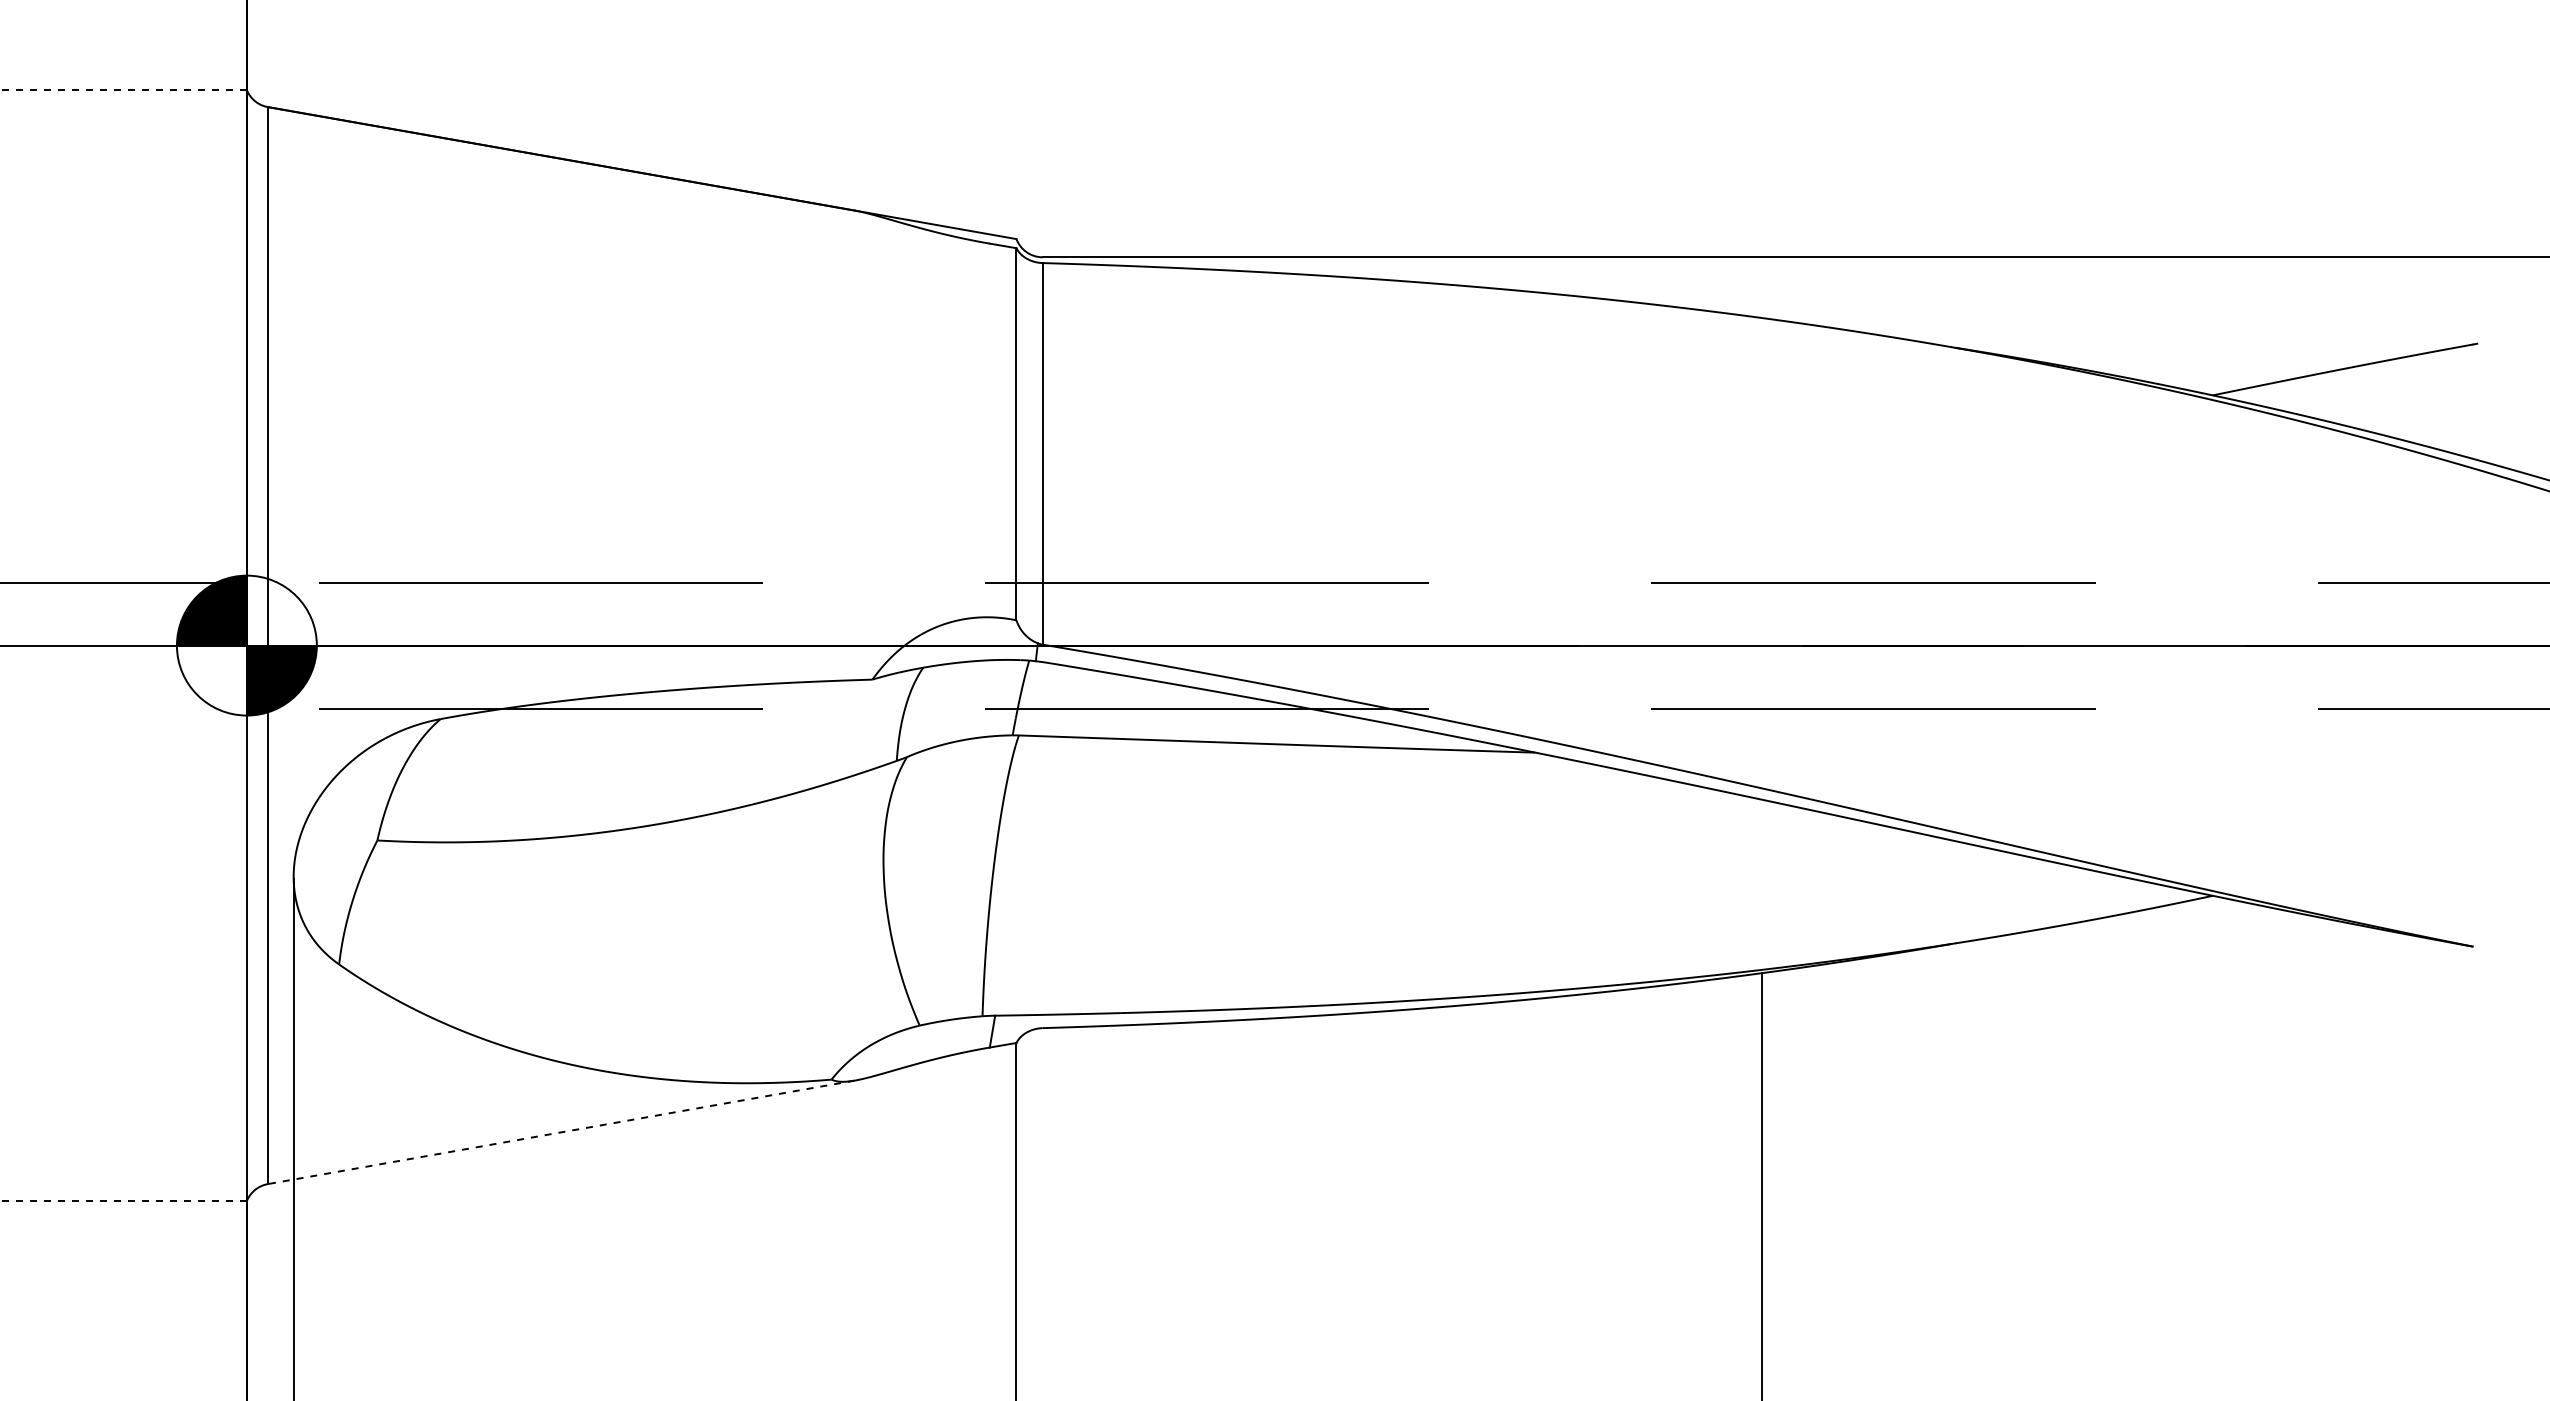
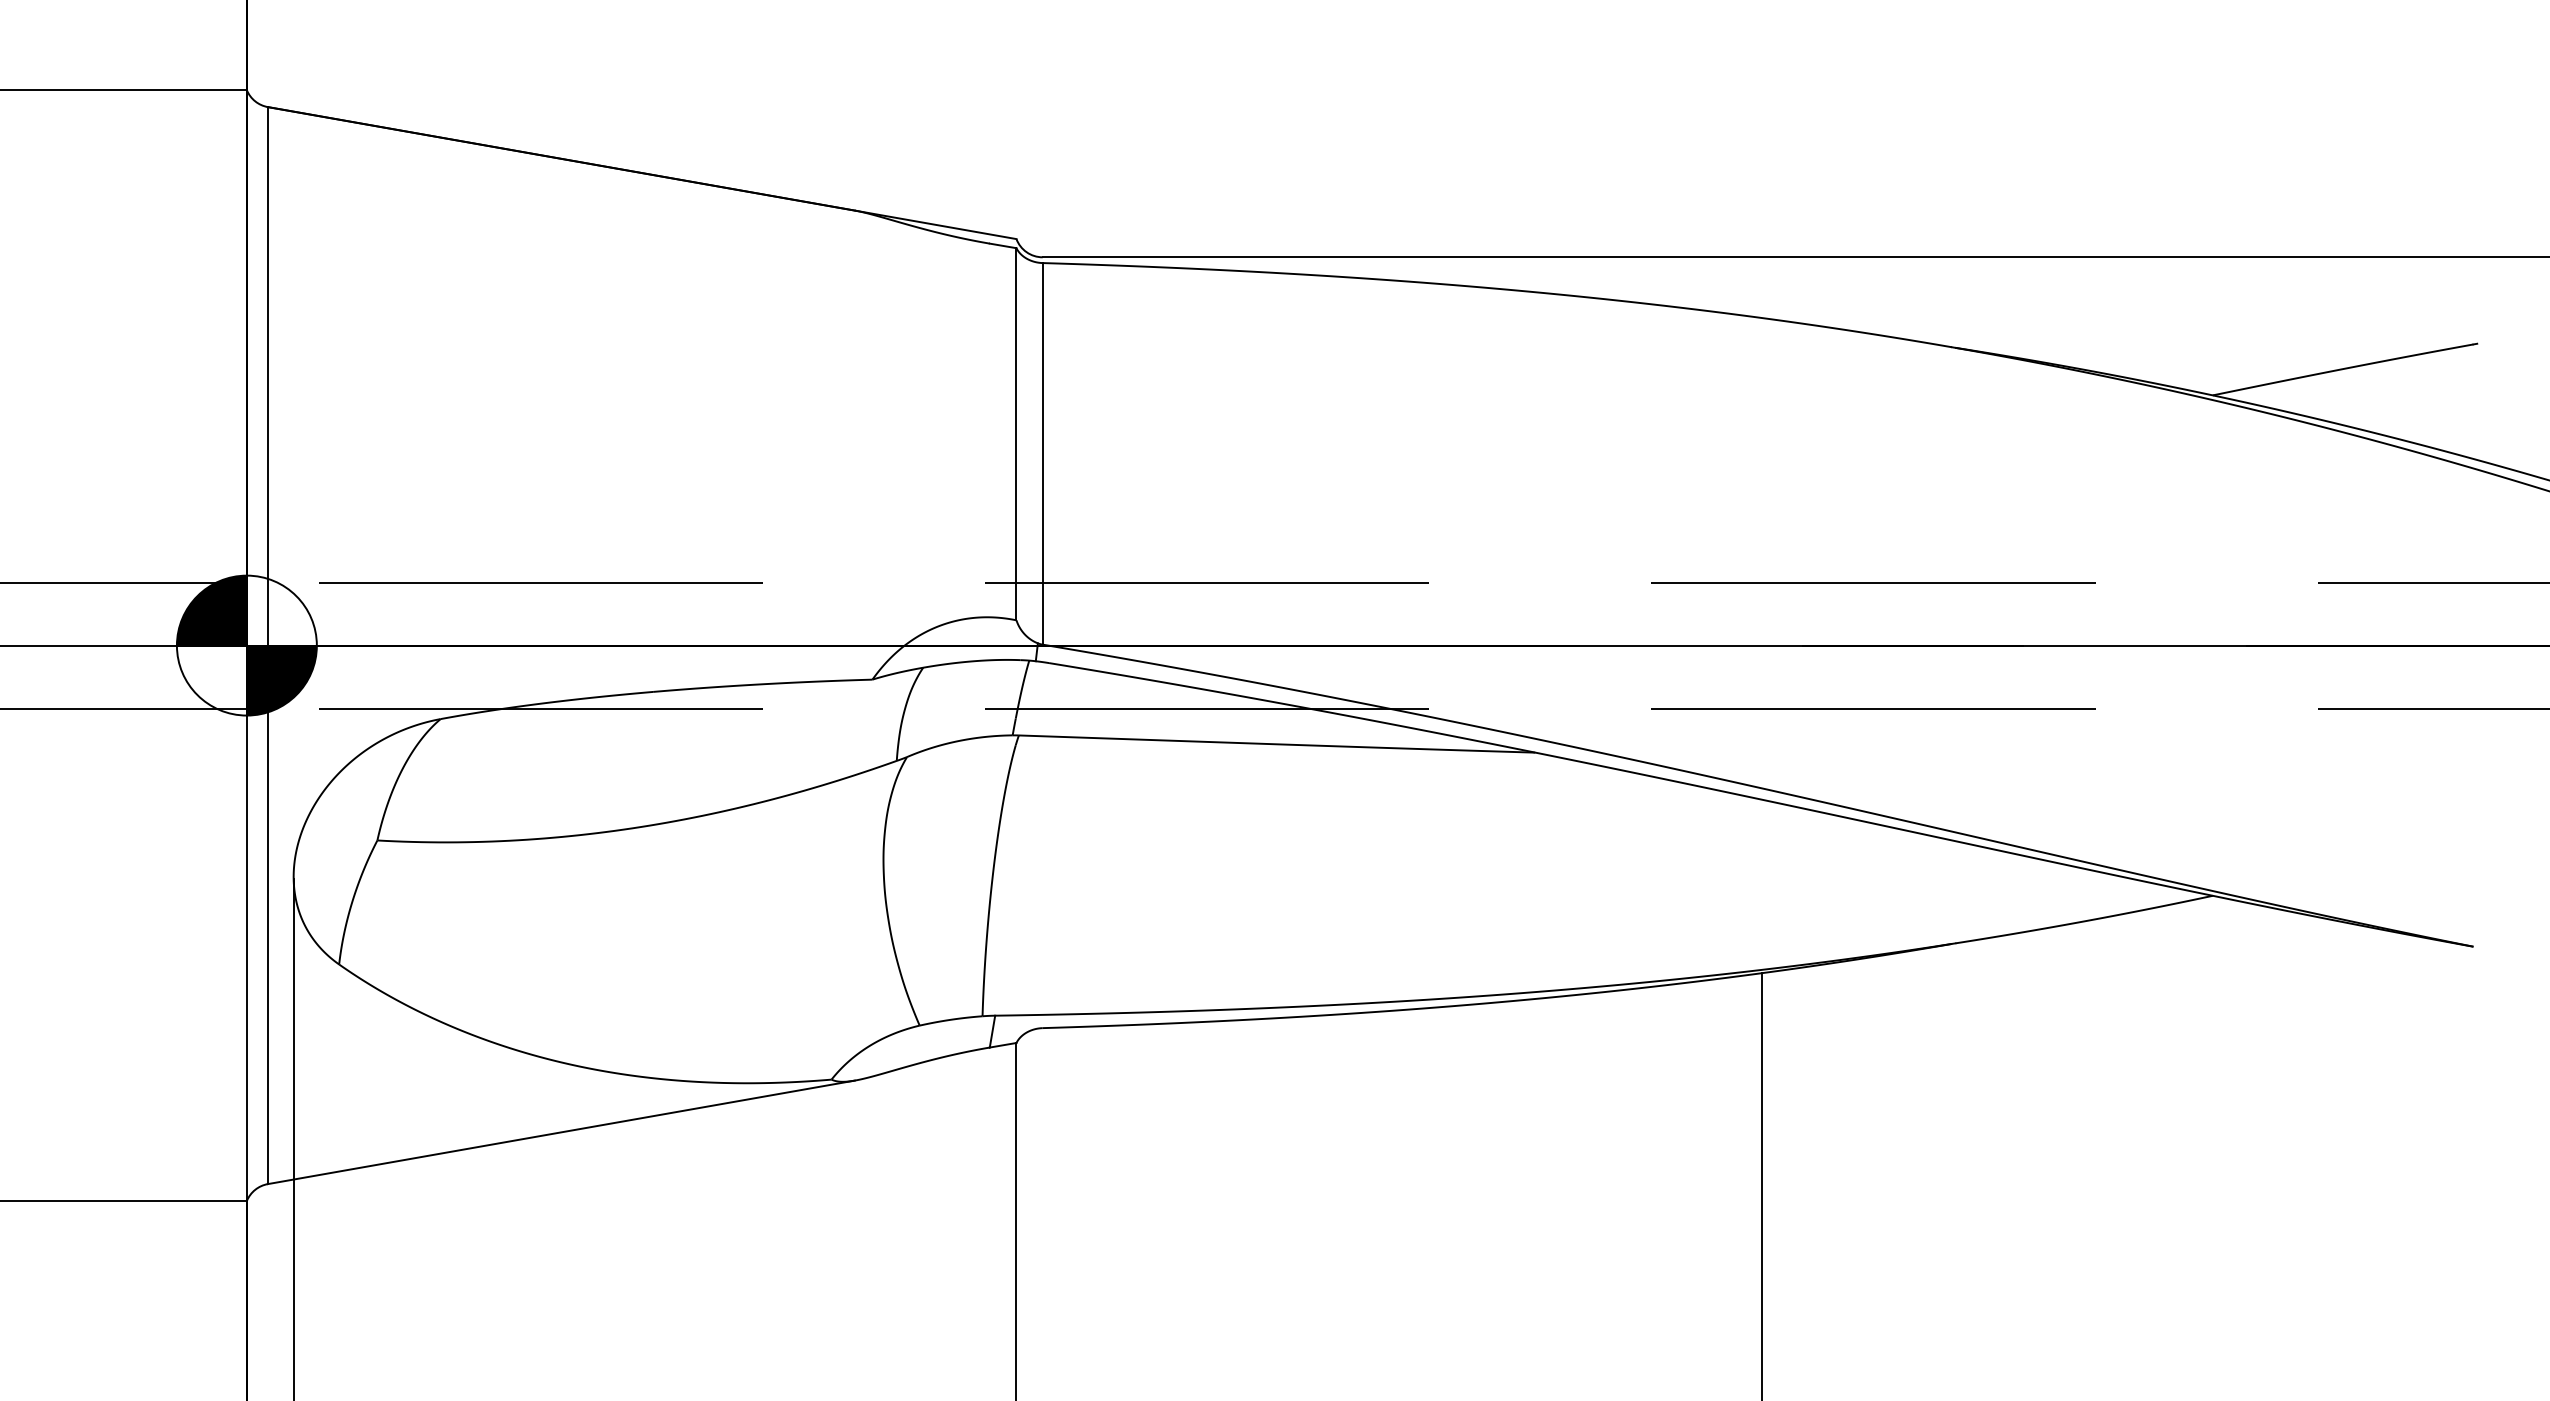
line at (123, 90): dashed -> solid
line at (124, 708): none -> present
line at (561, 1132): dashed -> solid
line at (123, 1200): dashed -> solid
